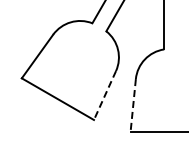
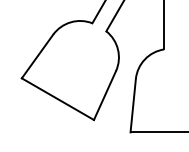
line at (105, 95): dashed -> solid
line at (133, 105): dashed -> solid
